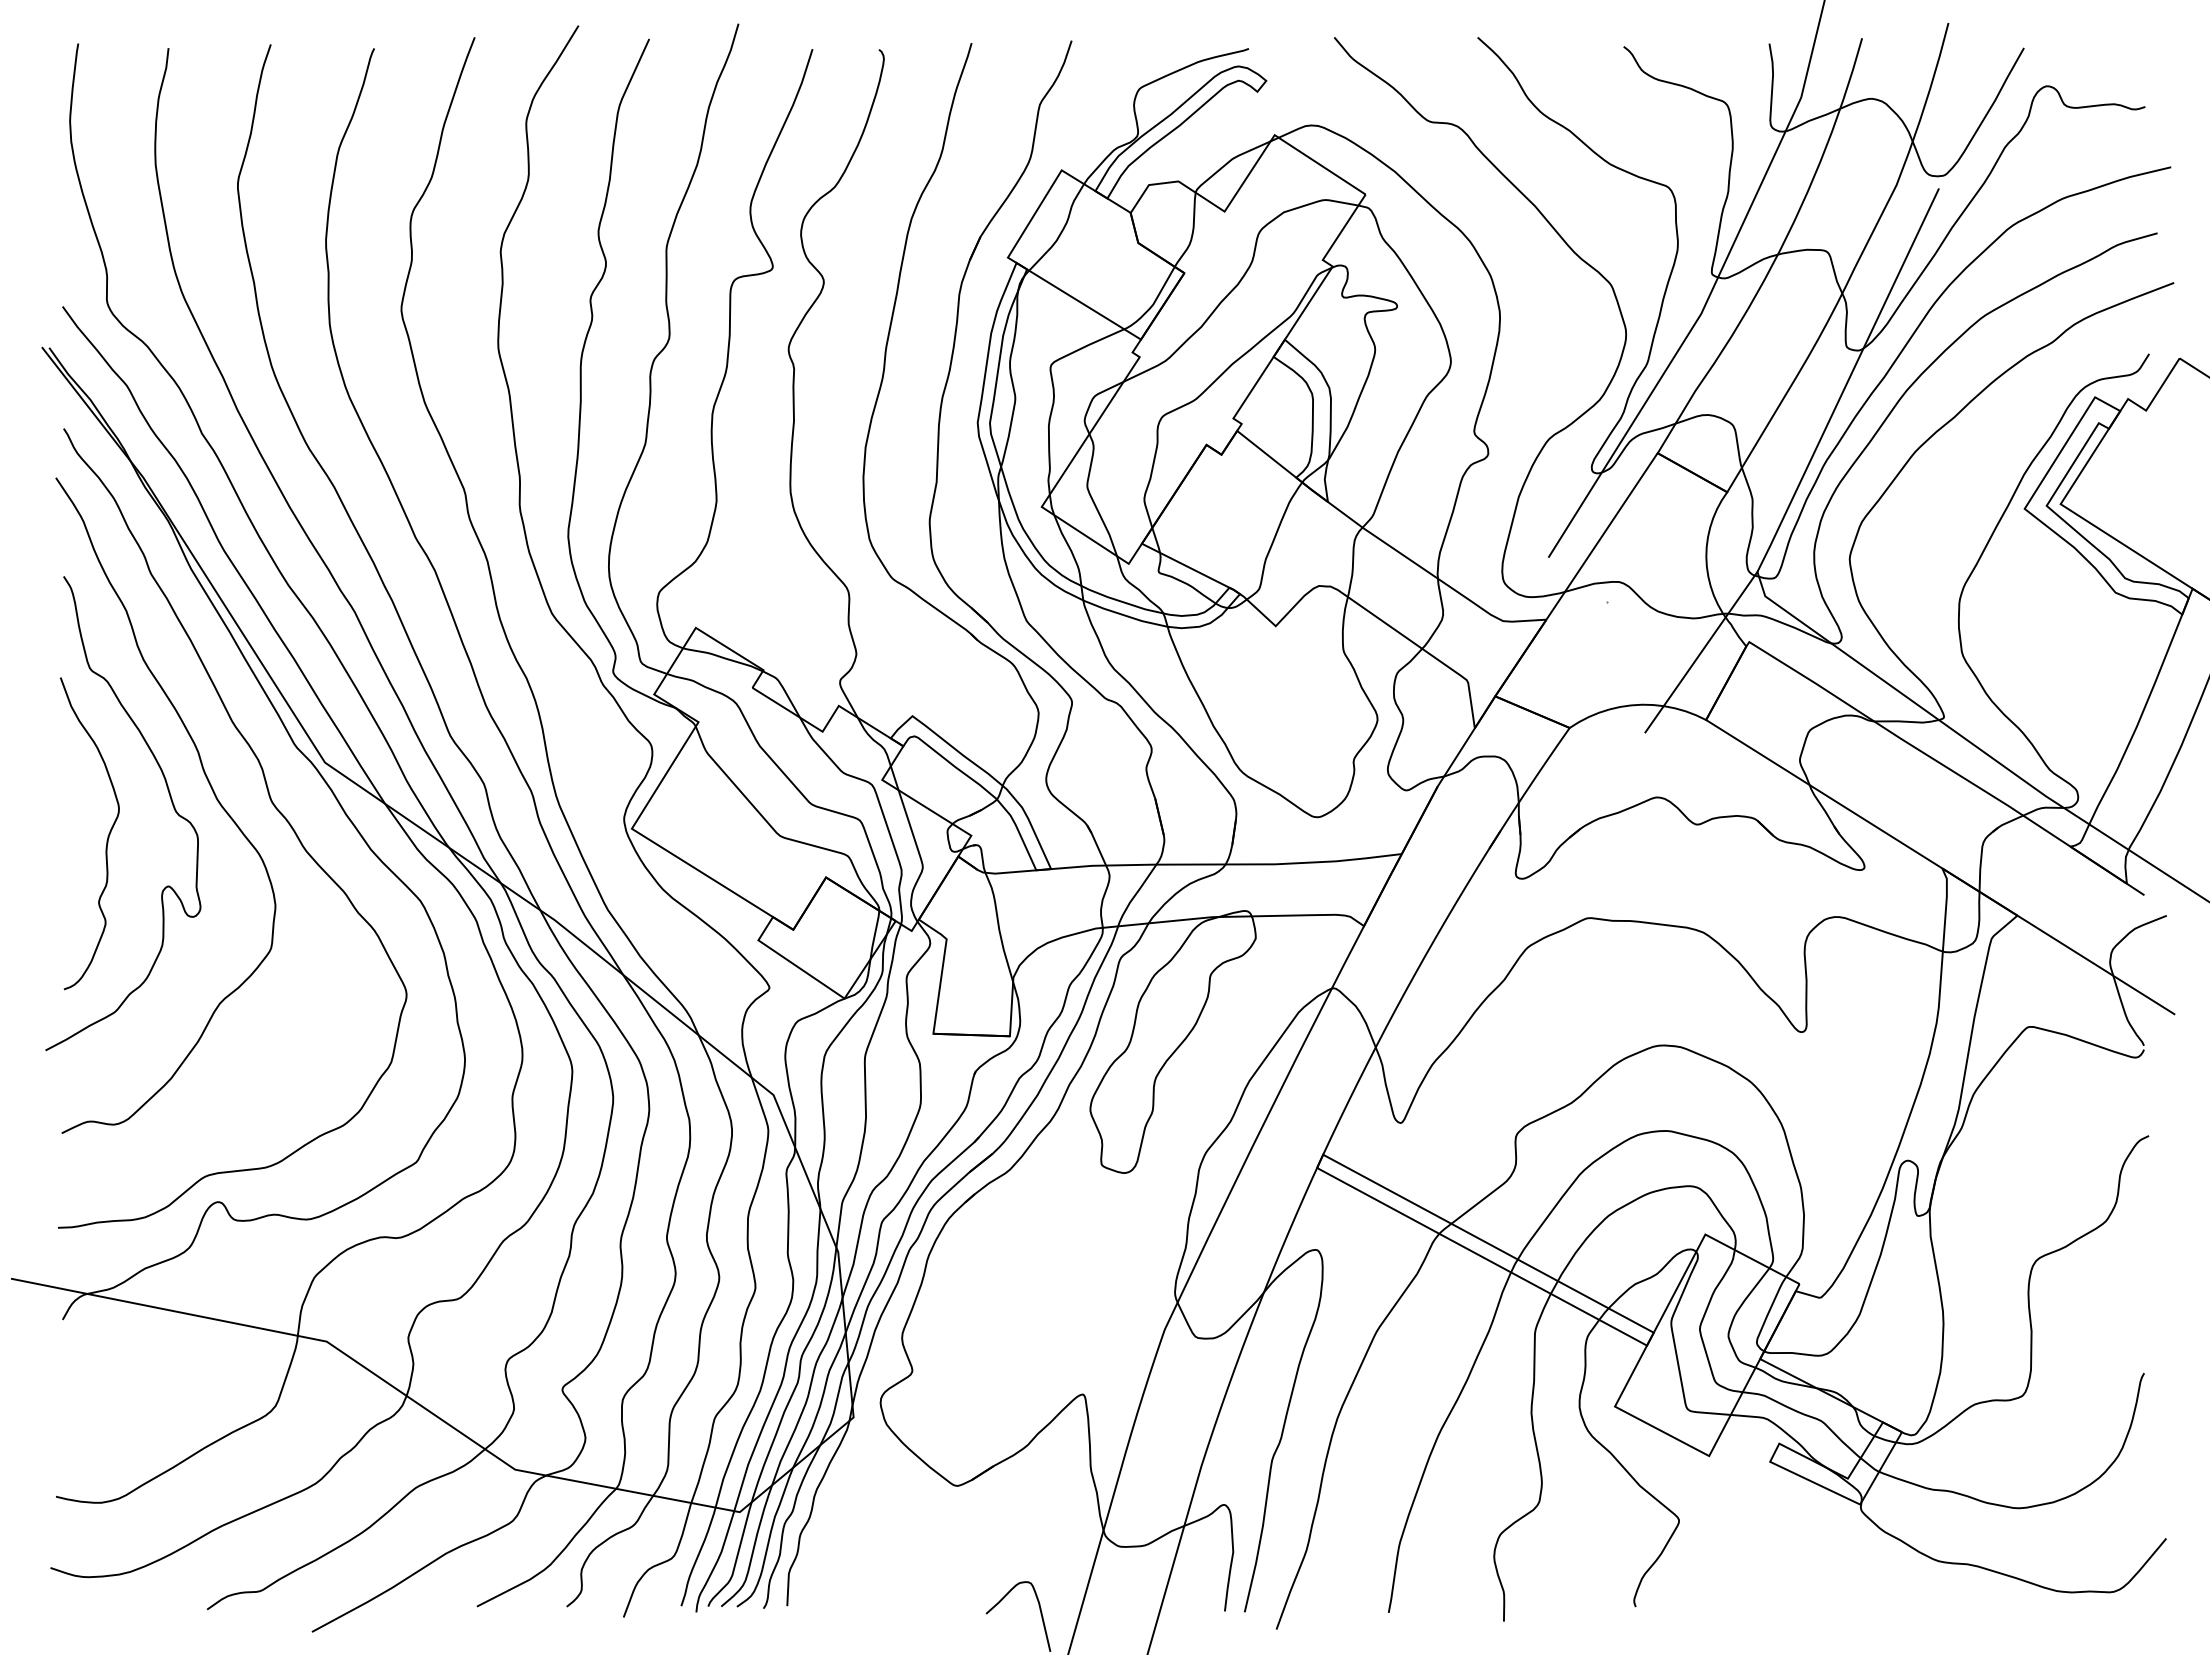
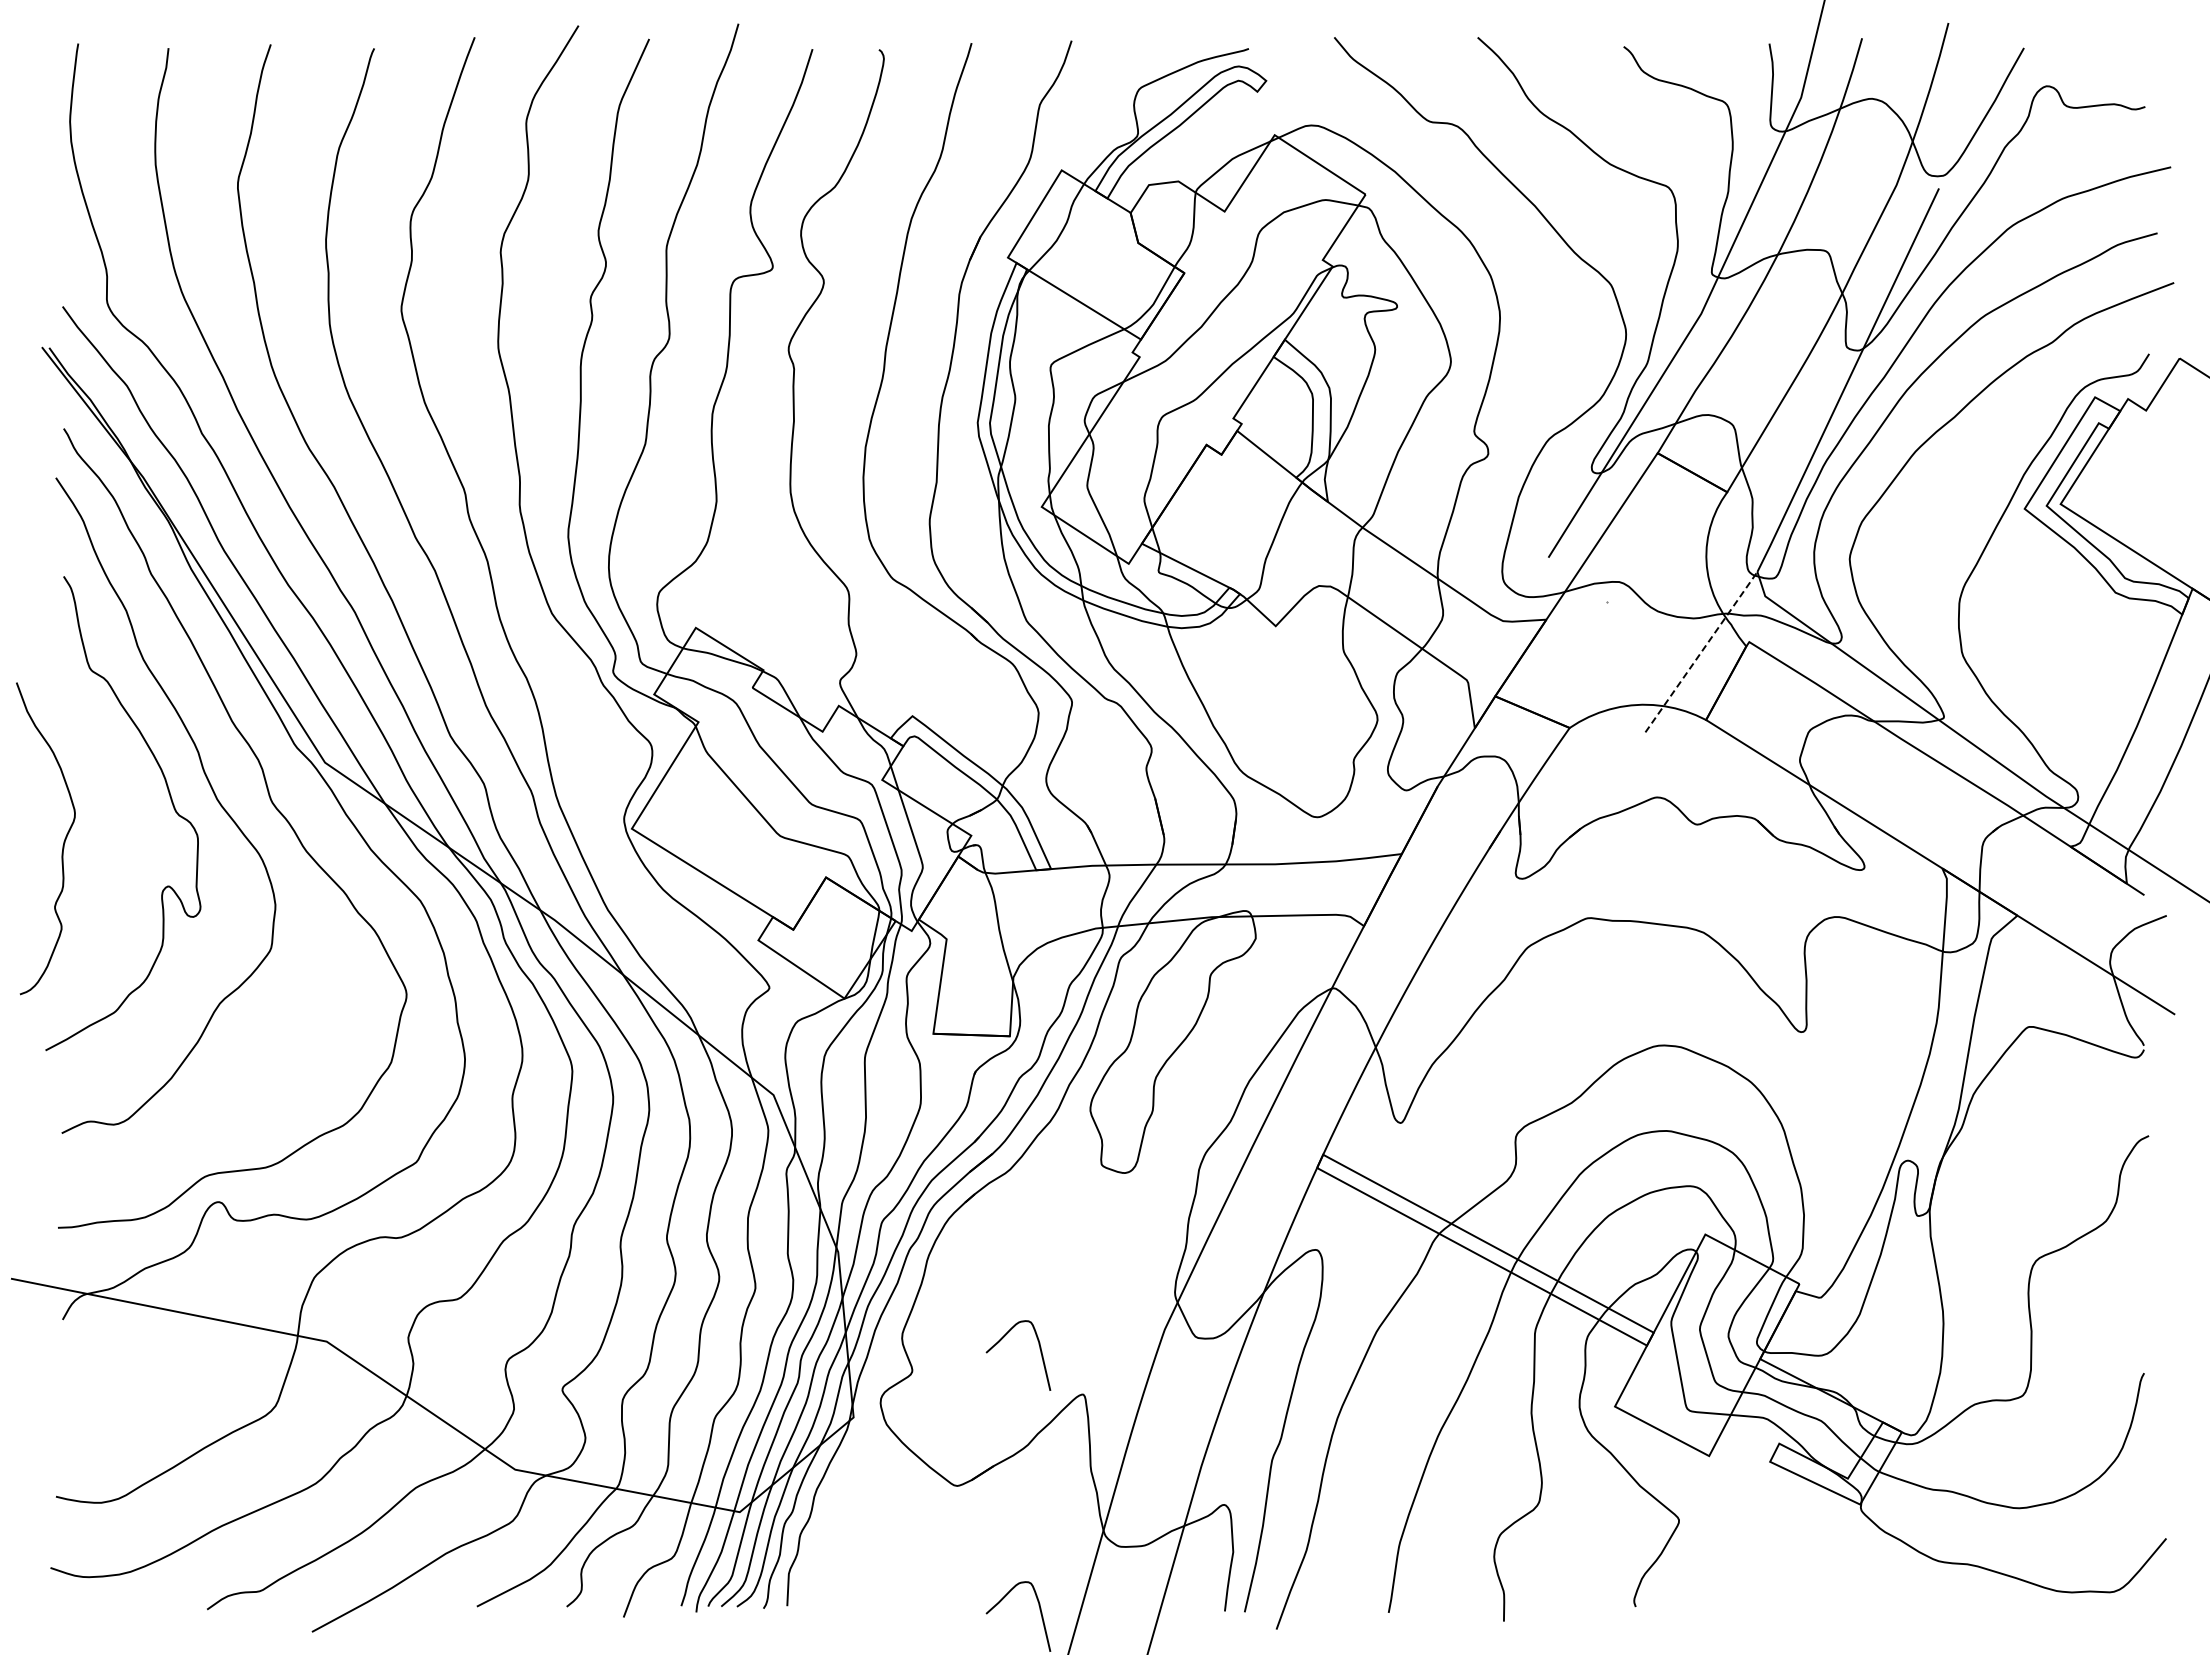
line at (1701, 652): solid -> dashed
curve at (107, 836) position: (107, 836) -> (63, 841)
curve at (1039, 1349): none -> present
